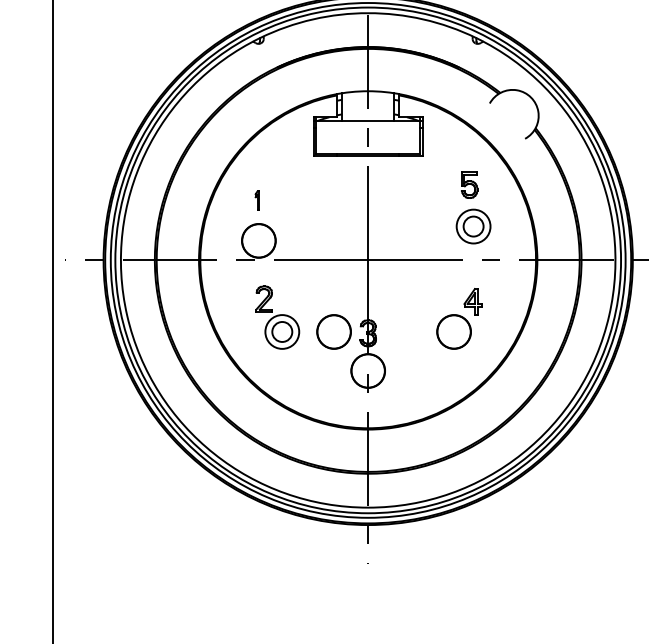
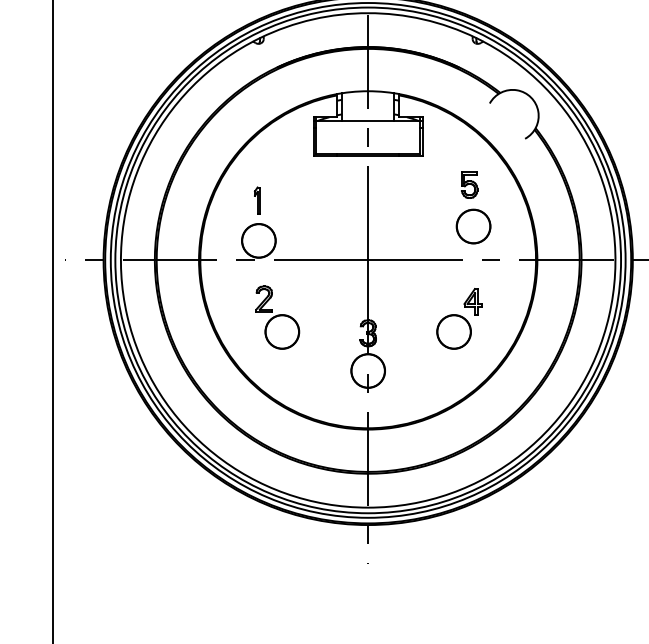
part at (256, 200) size: 6x21 px -> 7x29 px
circle at (473, 226) diameter: 20 px -> 33 px
circle at (282, 331) diameter: 20 px -> 33 px
circle at (333, 331): present -> none
